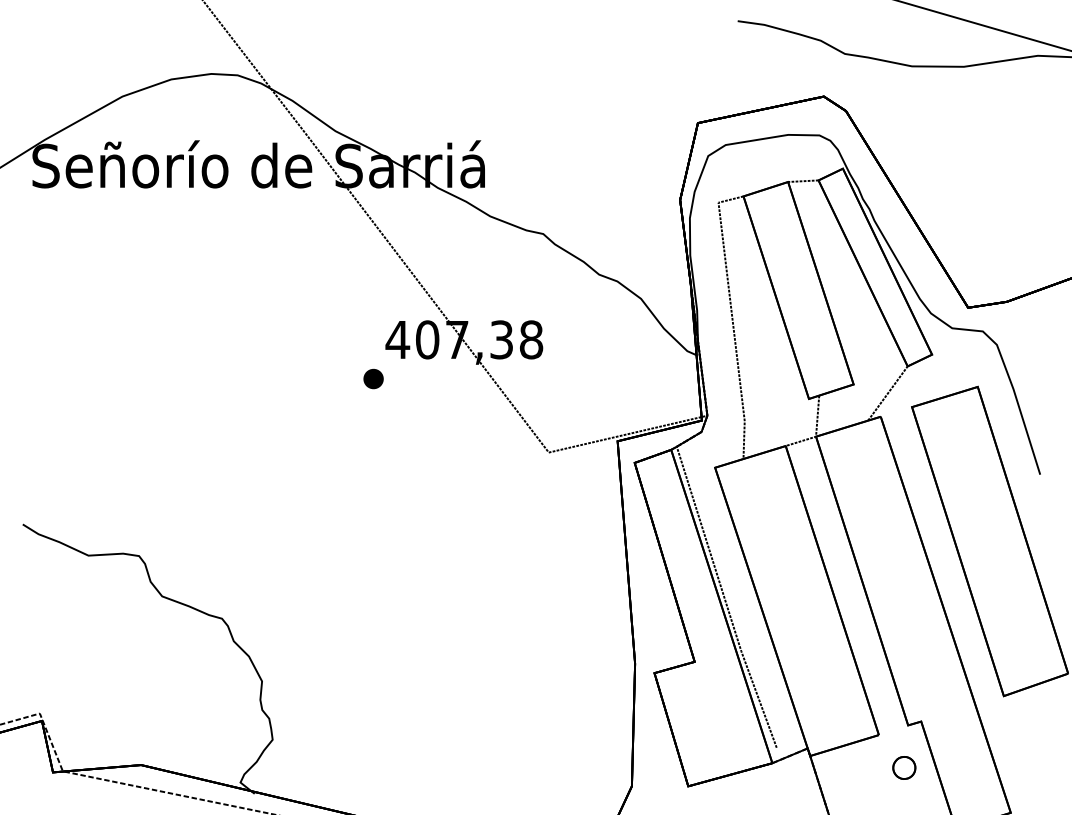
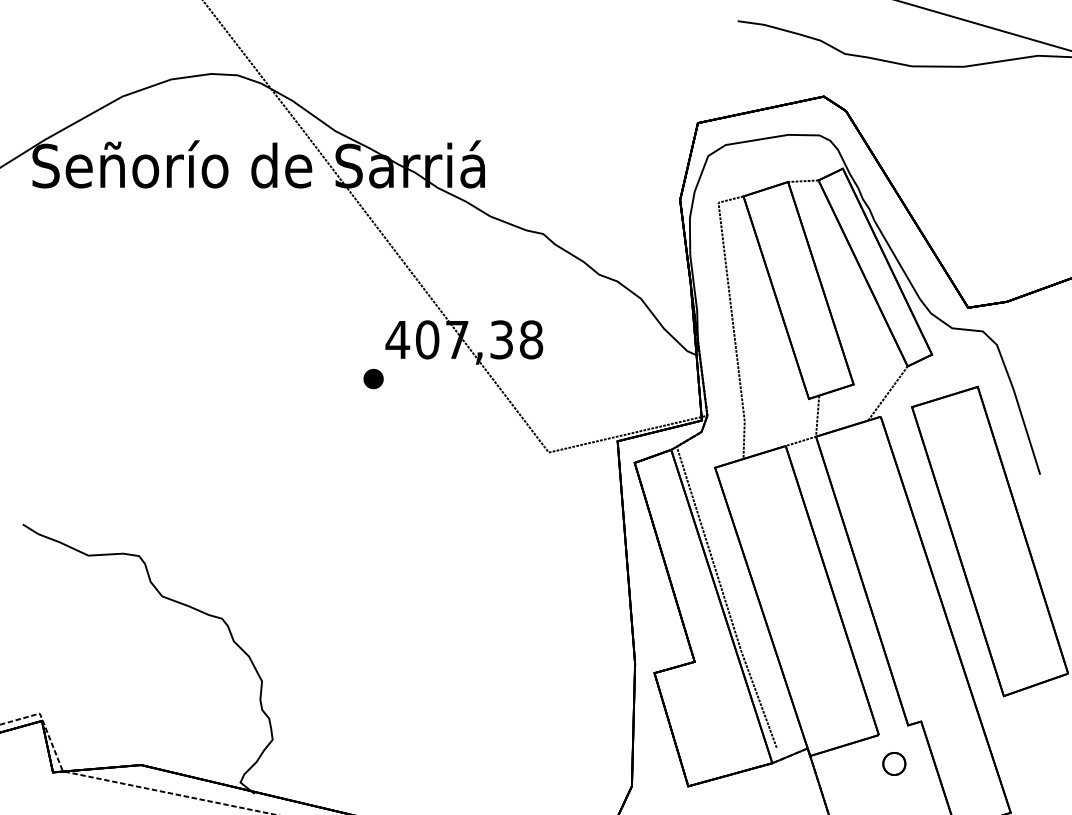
part at (904, 767) position: (904, 767) -> (894, 763)
